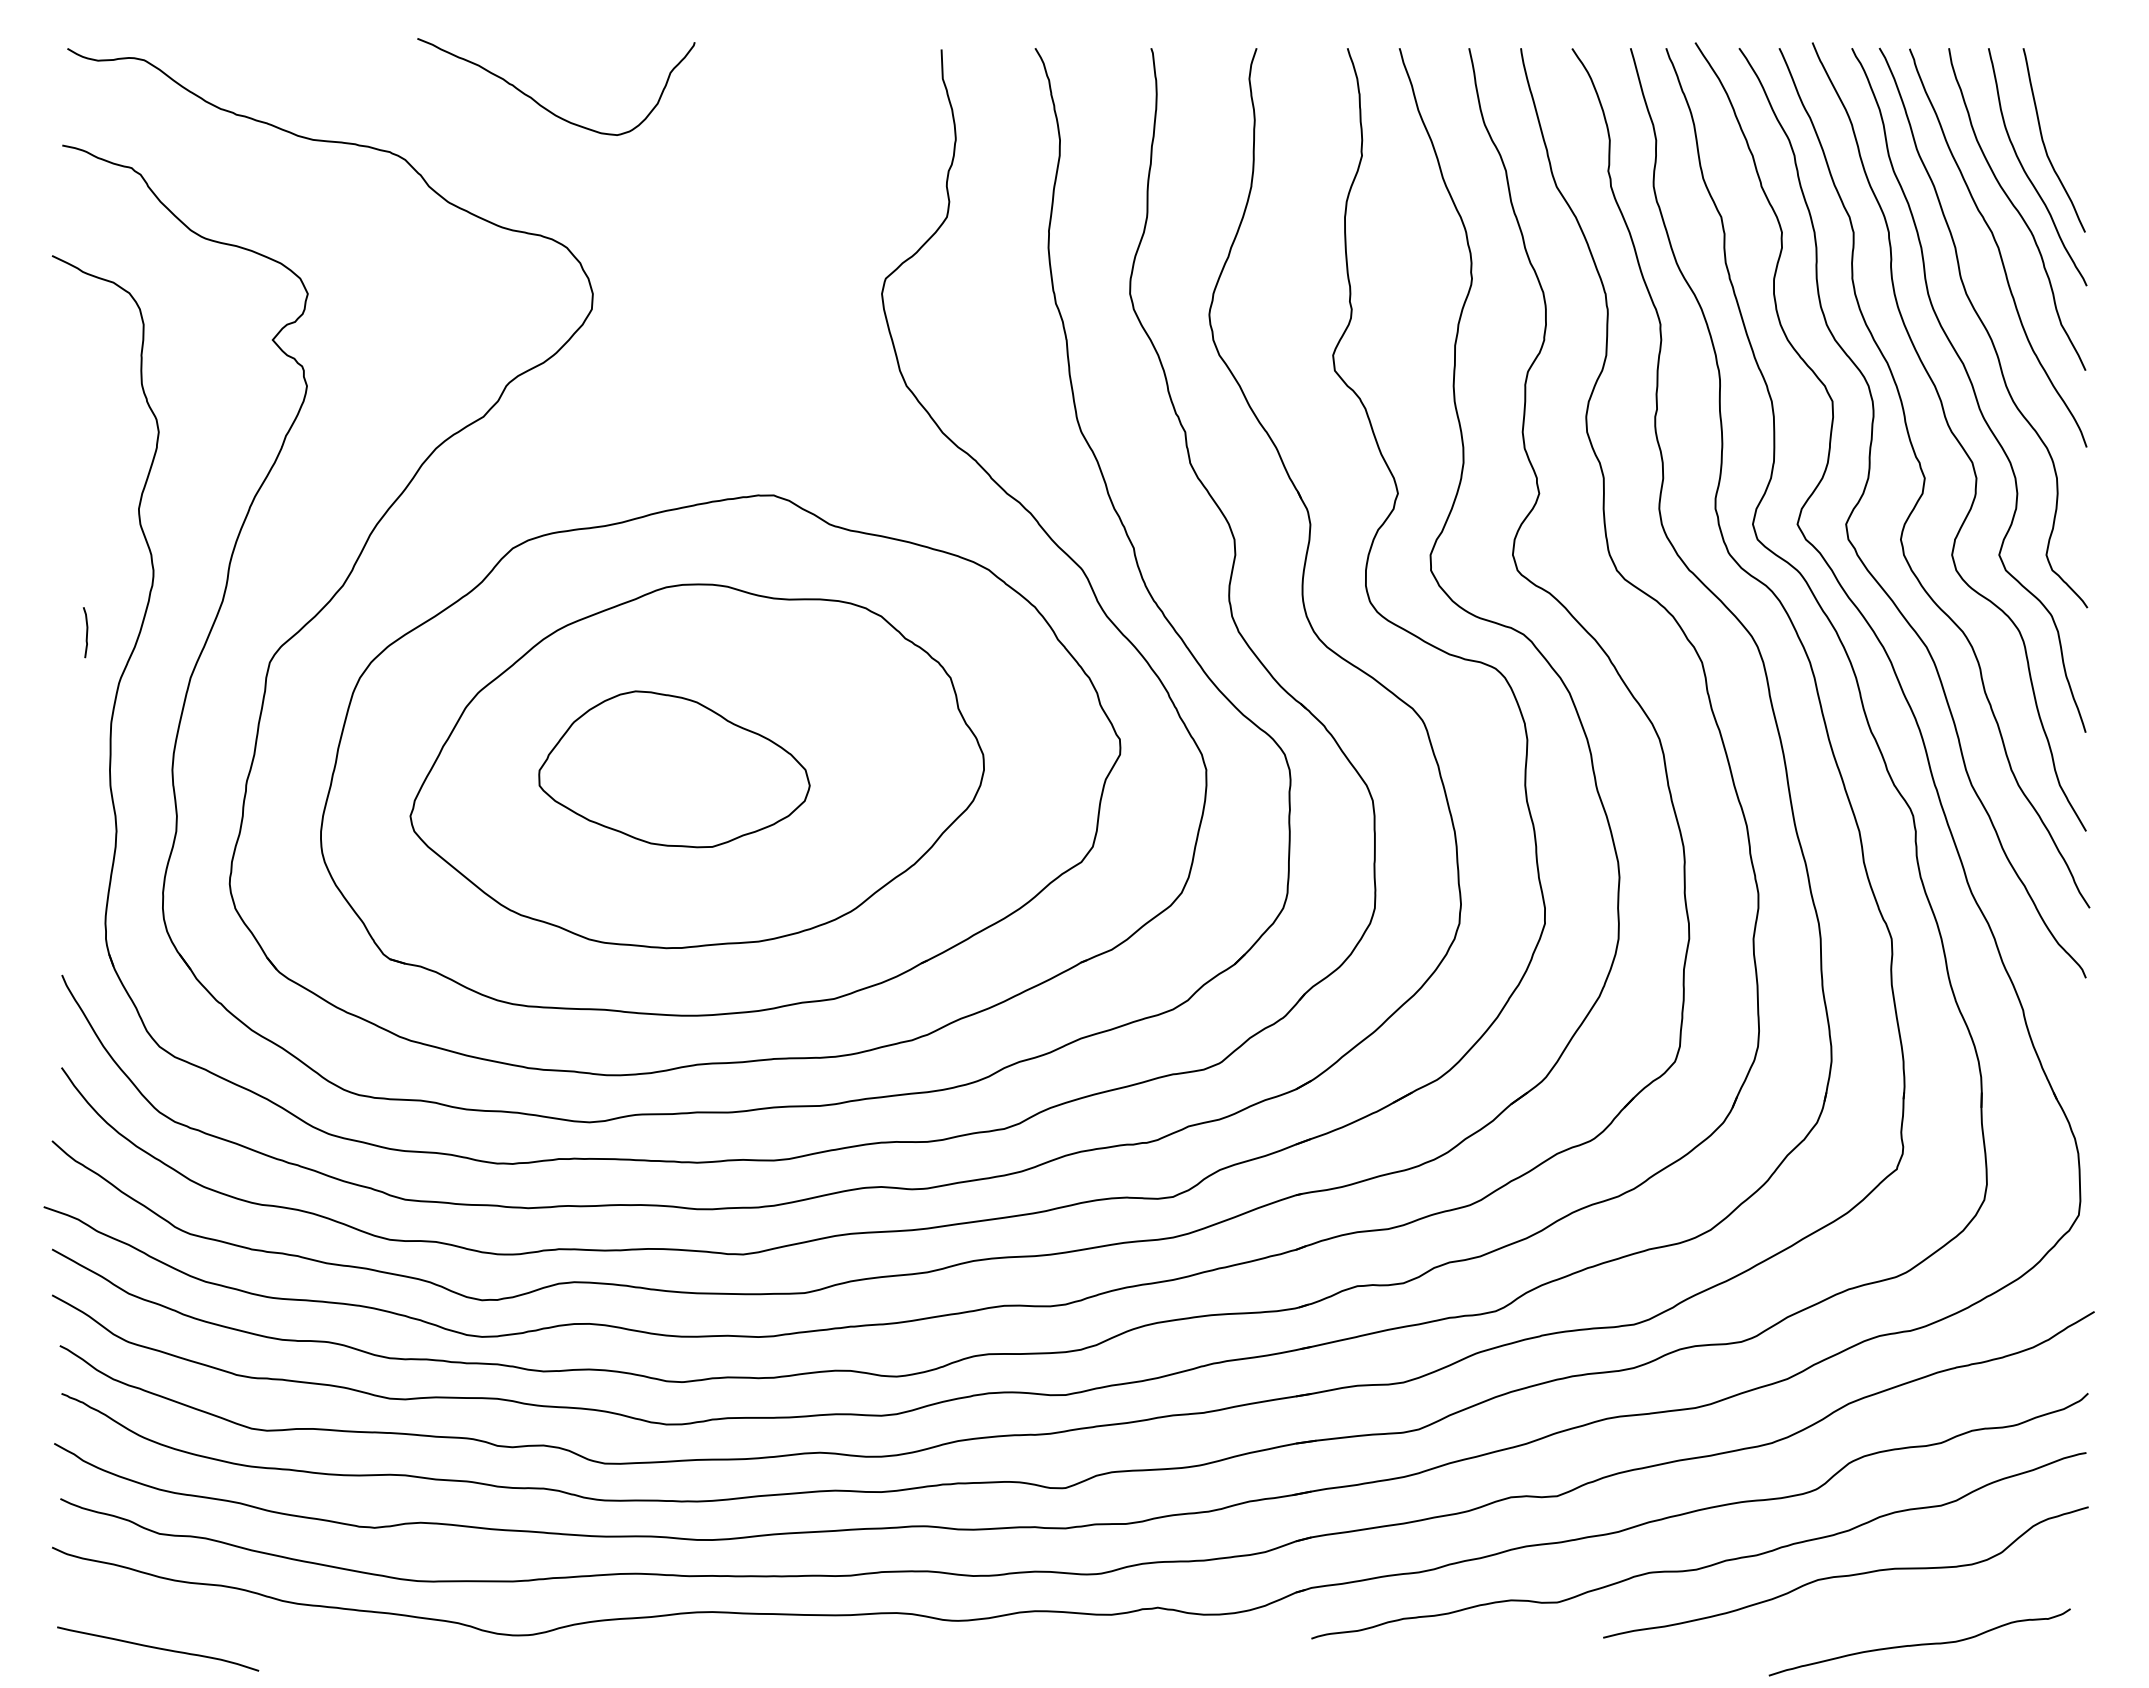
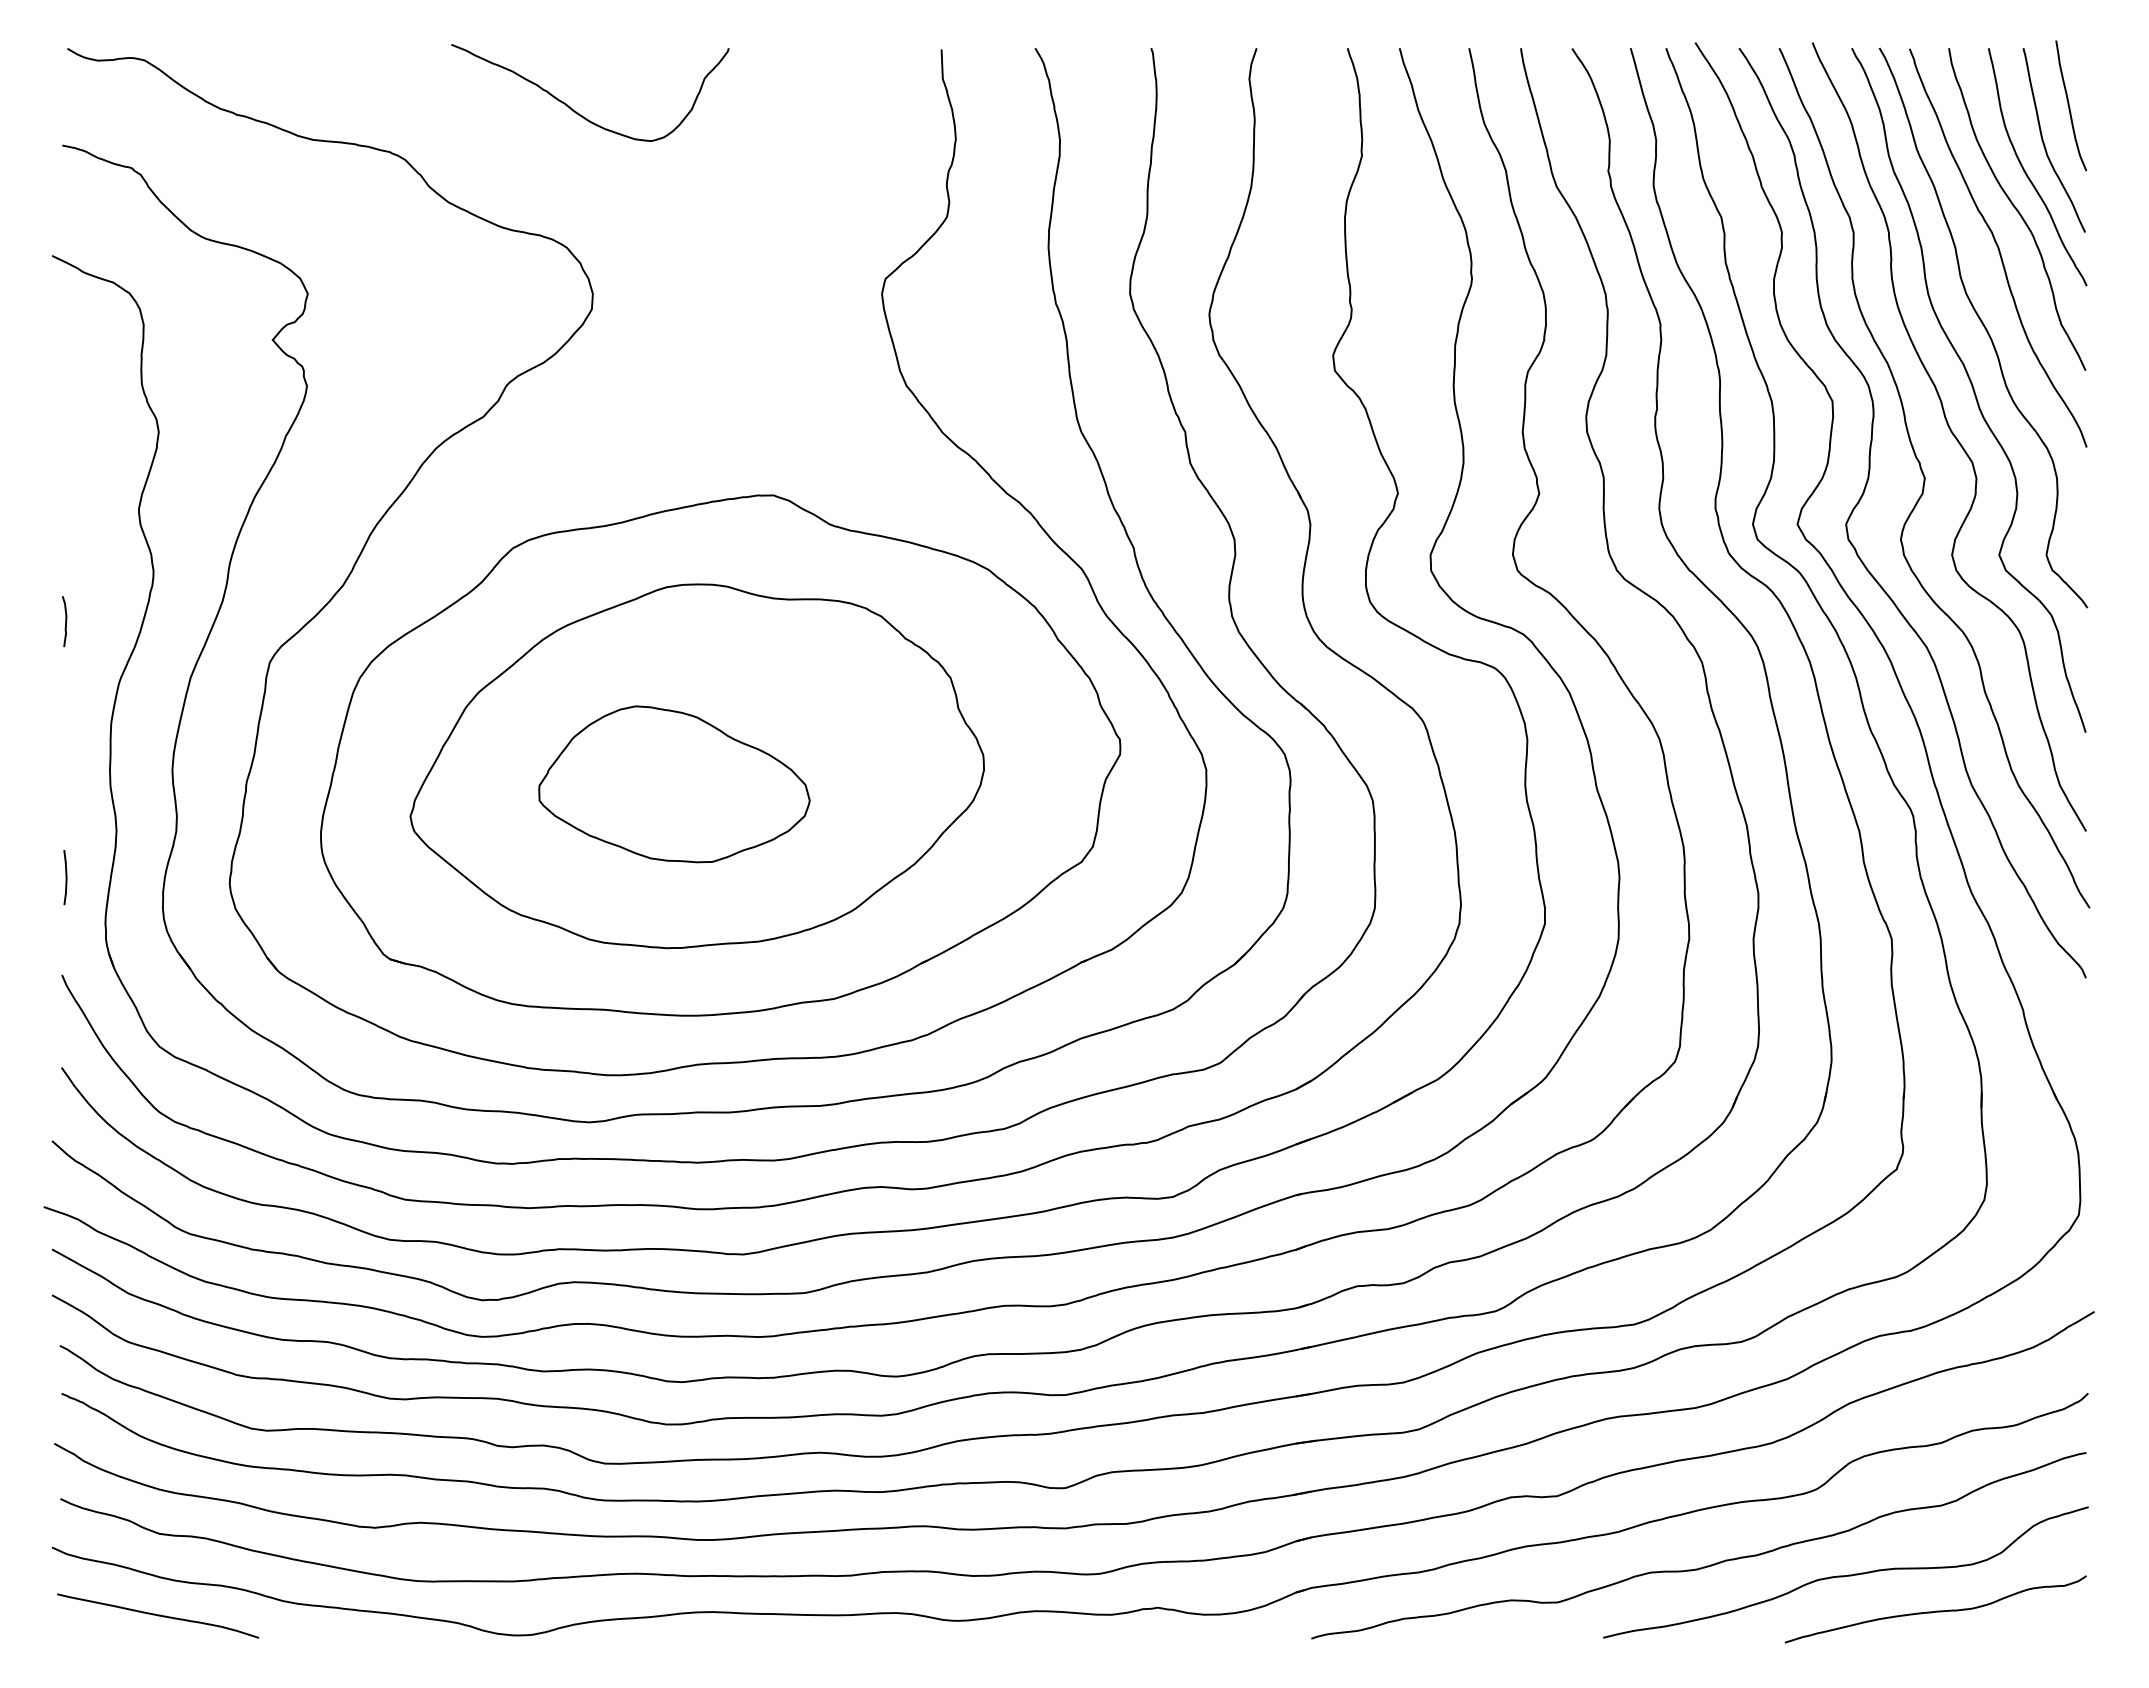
curve at (542, 105) position: (542, 105) -> (576, 111)
curve at (2069, 105): none -> present
curve at (86, 632) position: (86, 632) -> (65, 621)
part at (674, 769) position: (674, 769) -> (674, 784)
line at (65, 877): none -> present
curve at (1920, 1643) position: (1920, 1643) -> (1936, 1610)
curve at (158, 1648) position: (158, 1648) -> (158, 1615)
